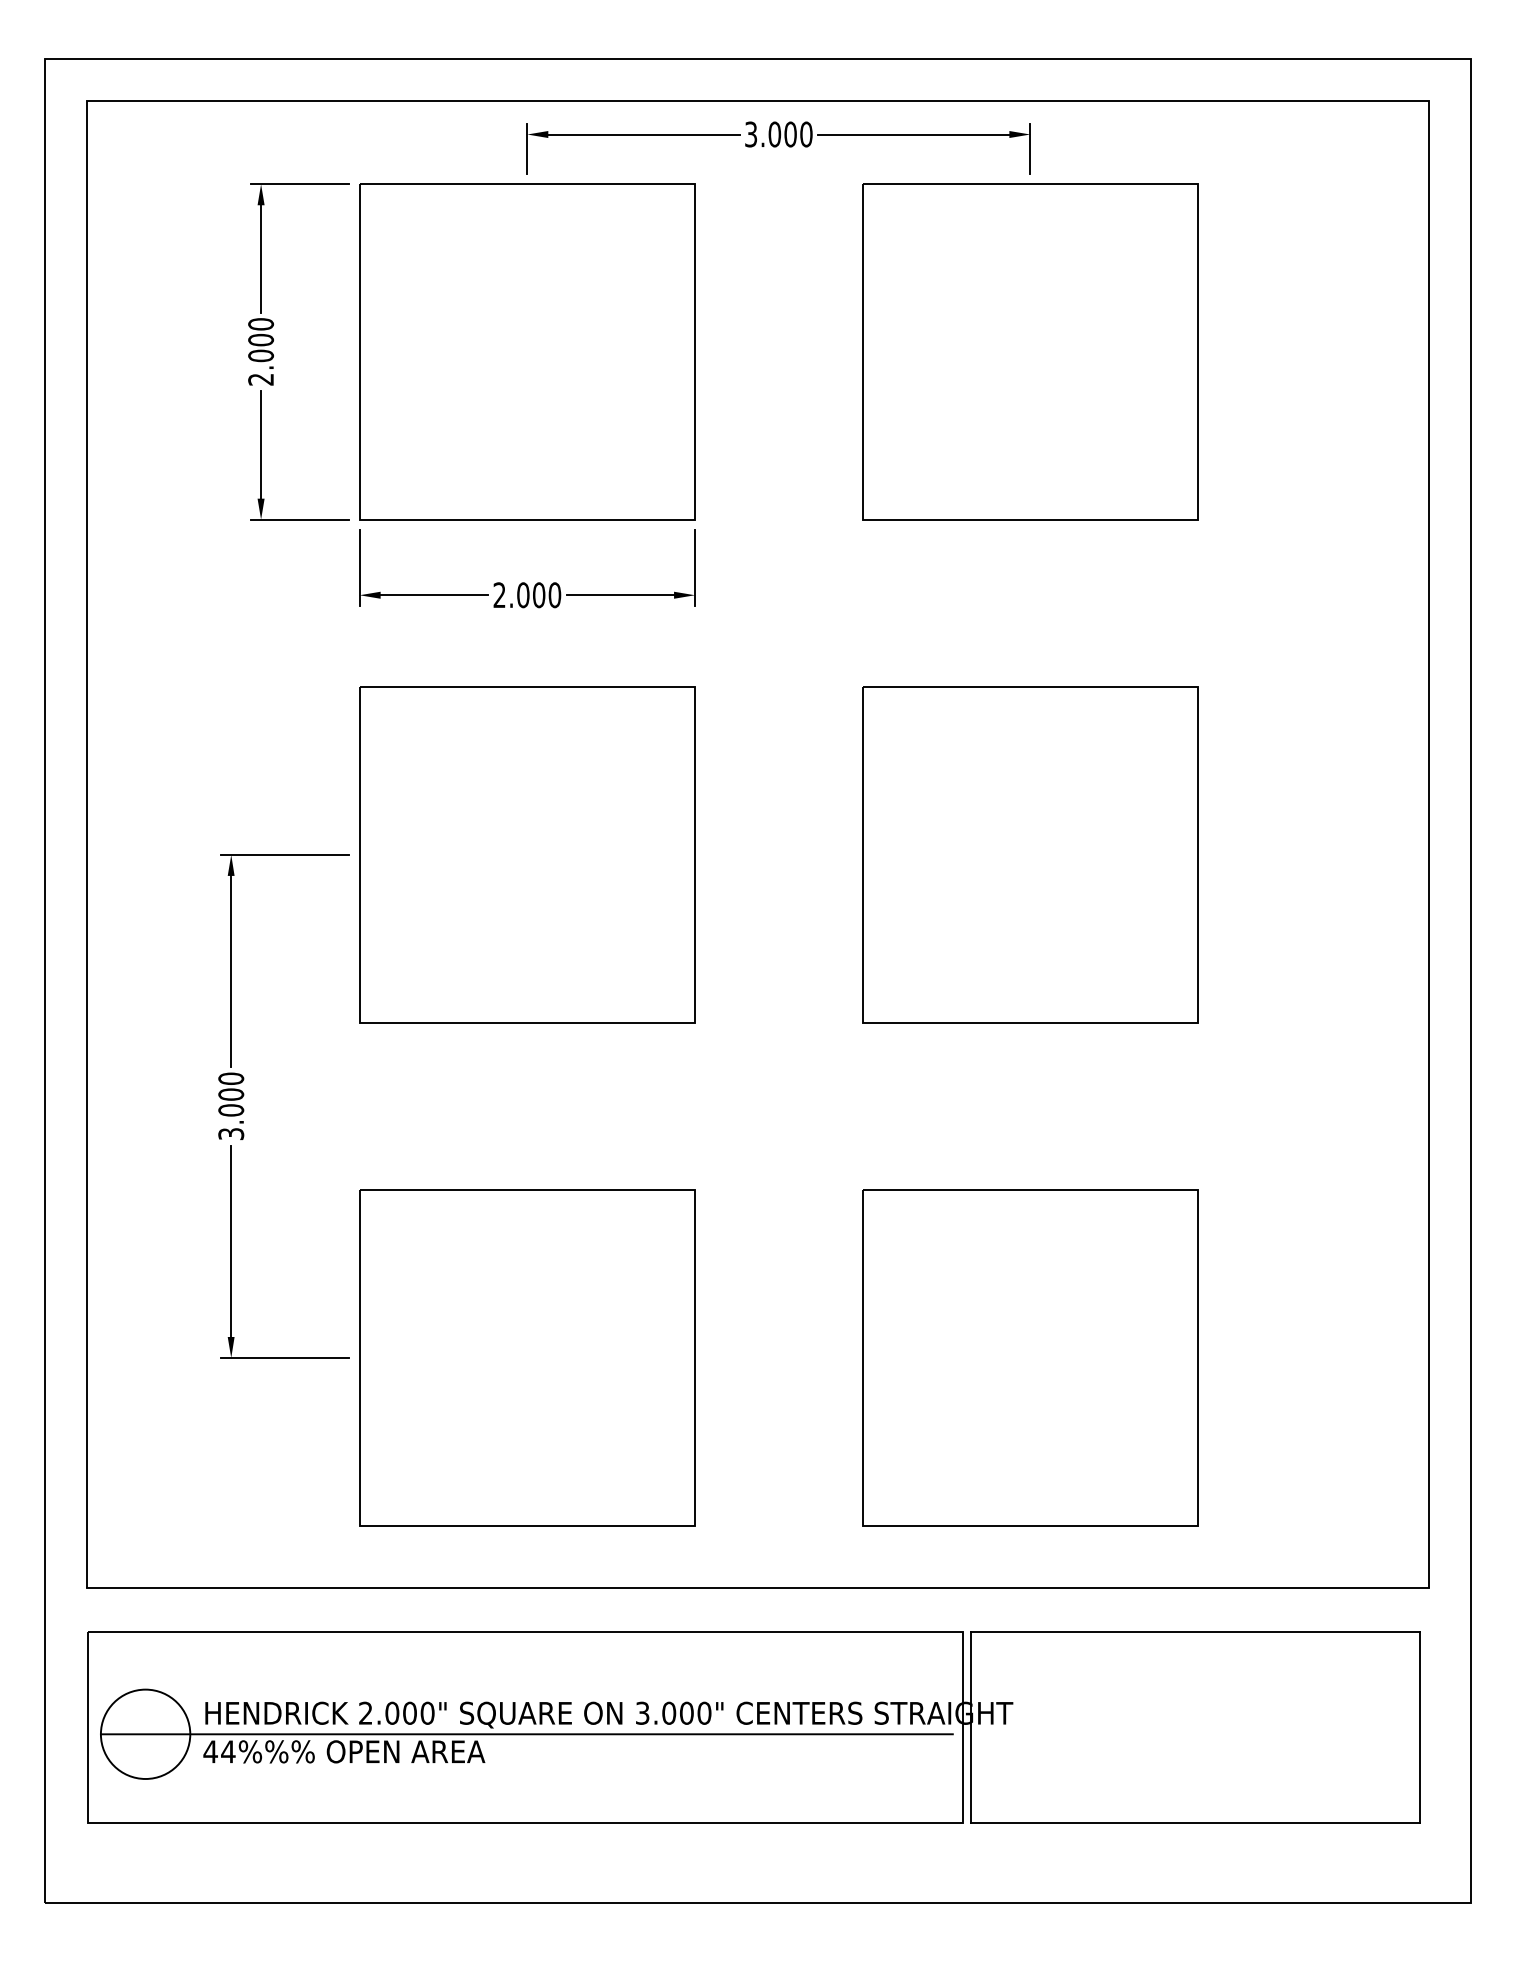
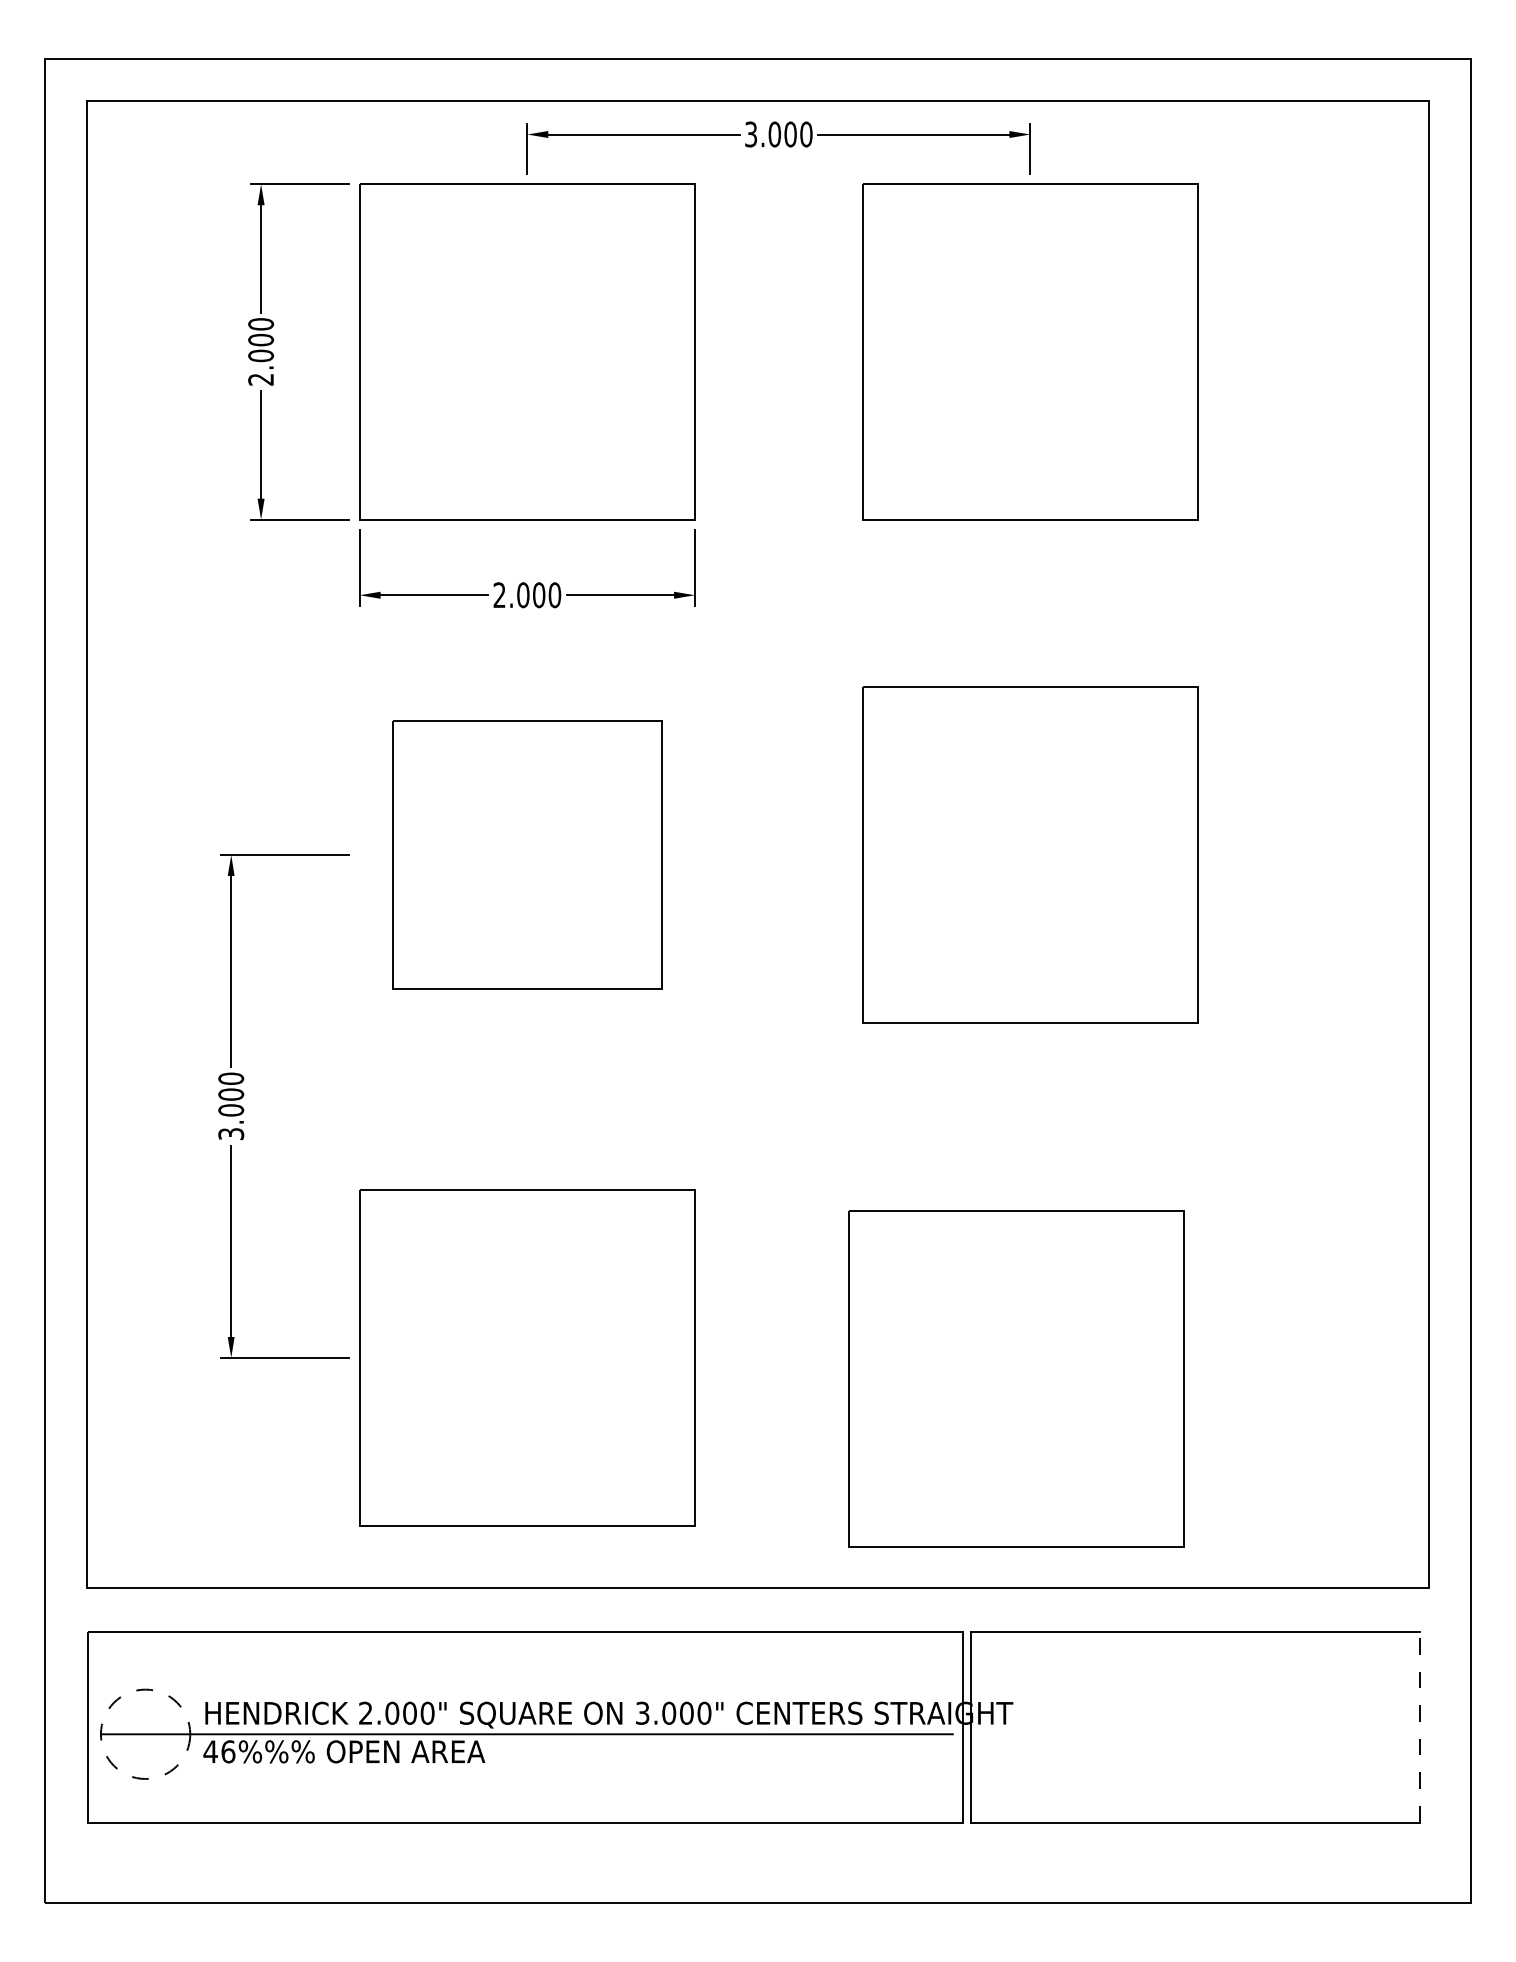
part at (527, 854) size: 337x338 px -> 271x270 px
part at (1030, 1357) position: (1030, 1357) -> (1016, 1378)
line at (1419, 1726): solid -> dashed
circle at (145, 1733): solid -> dashed
text at (228, 1751): 44%%% -> 46%%%
